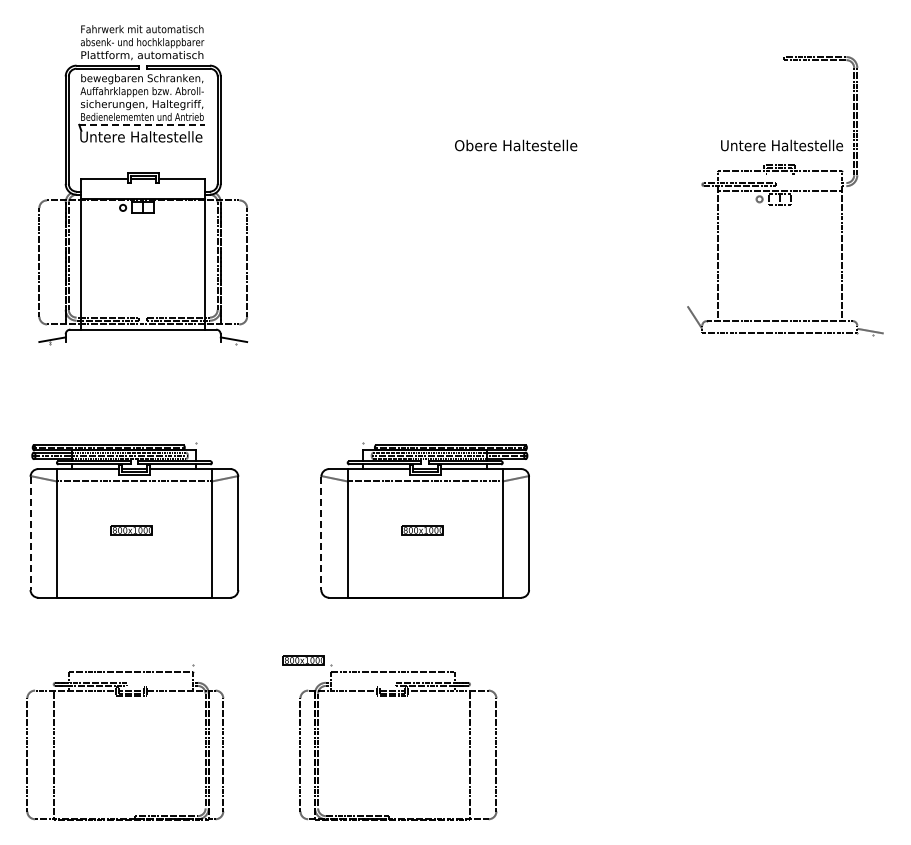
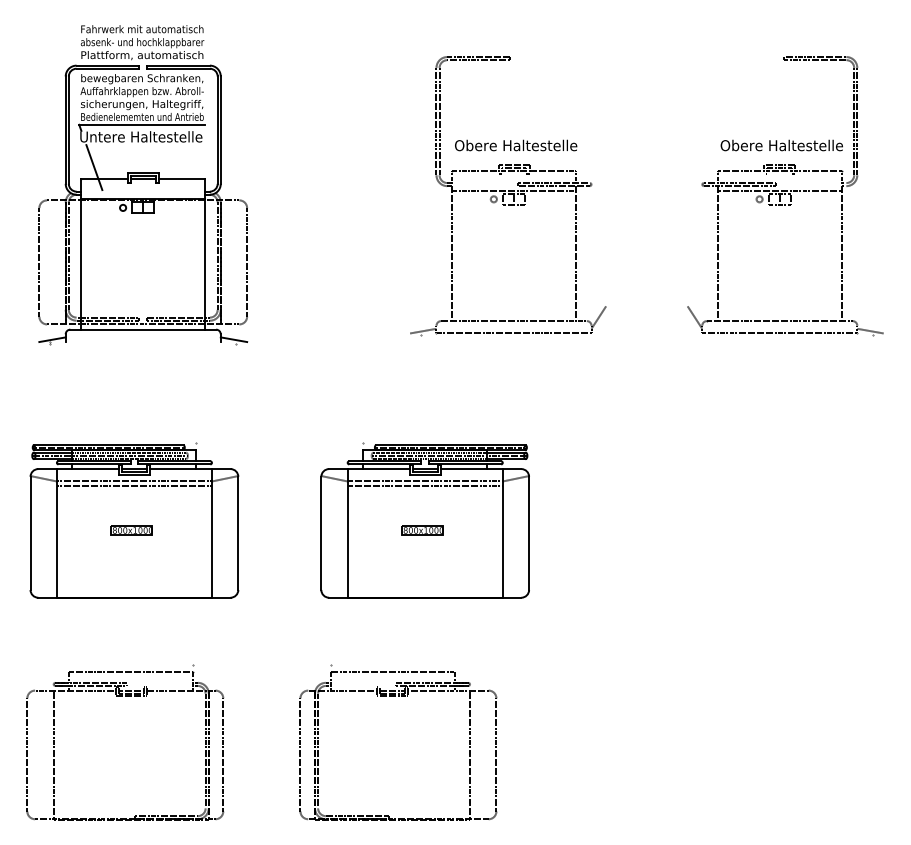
line at (142, 124): dashed -> solid
text at (779, 145): Untere Haltestelle -> Obere Haltestelle
line at (94, 167): none -> present
part at (508, 196): none -> present
line at (133, 486): none -> present
line at (424, 486): none -> present
line at (30, 533): dashed -> solid
line at (321, 533): dashed -> solid
part at (303, 660): present -> none
